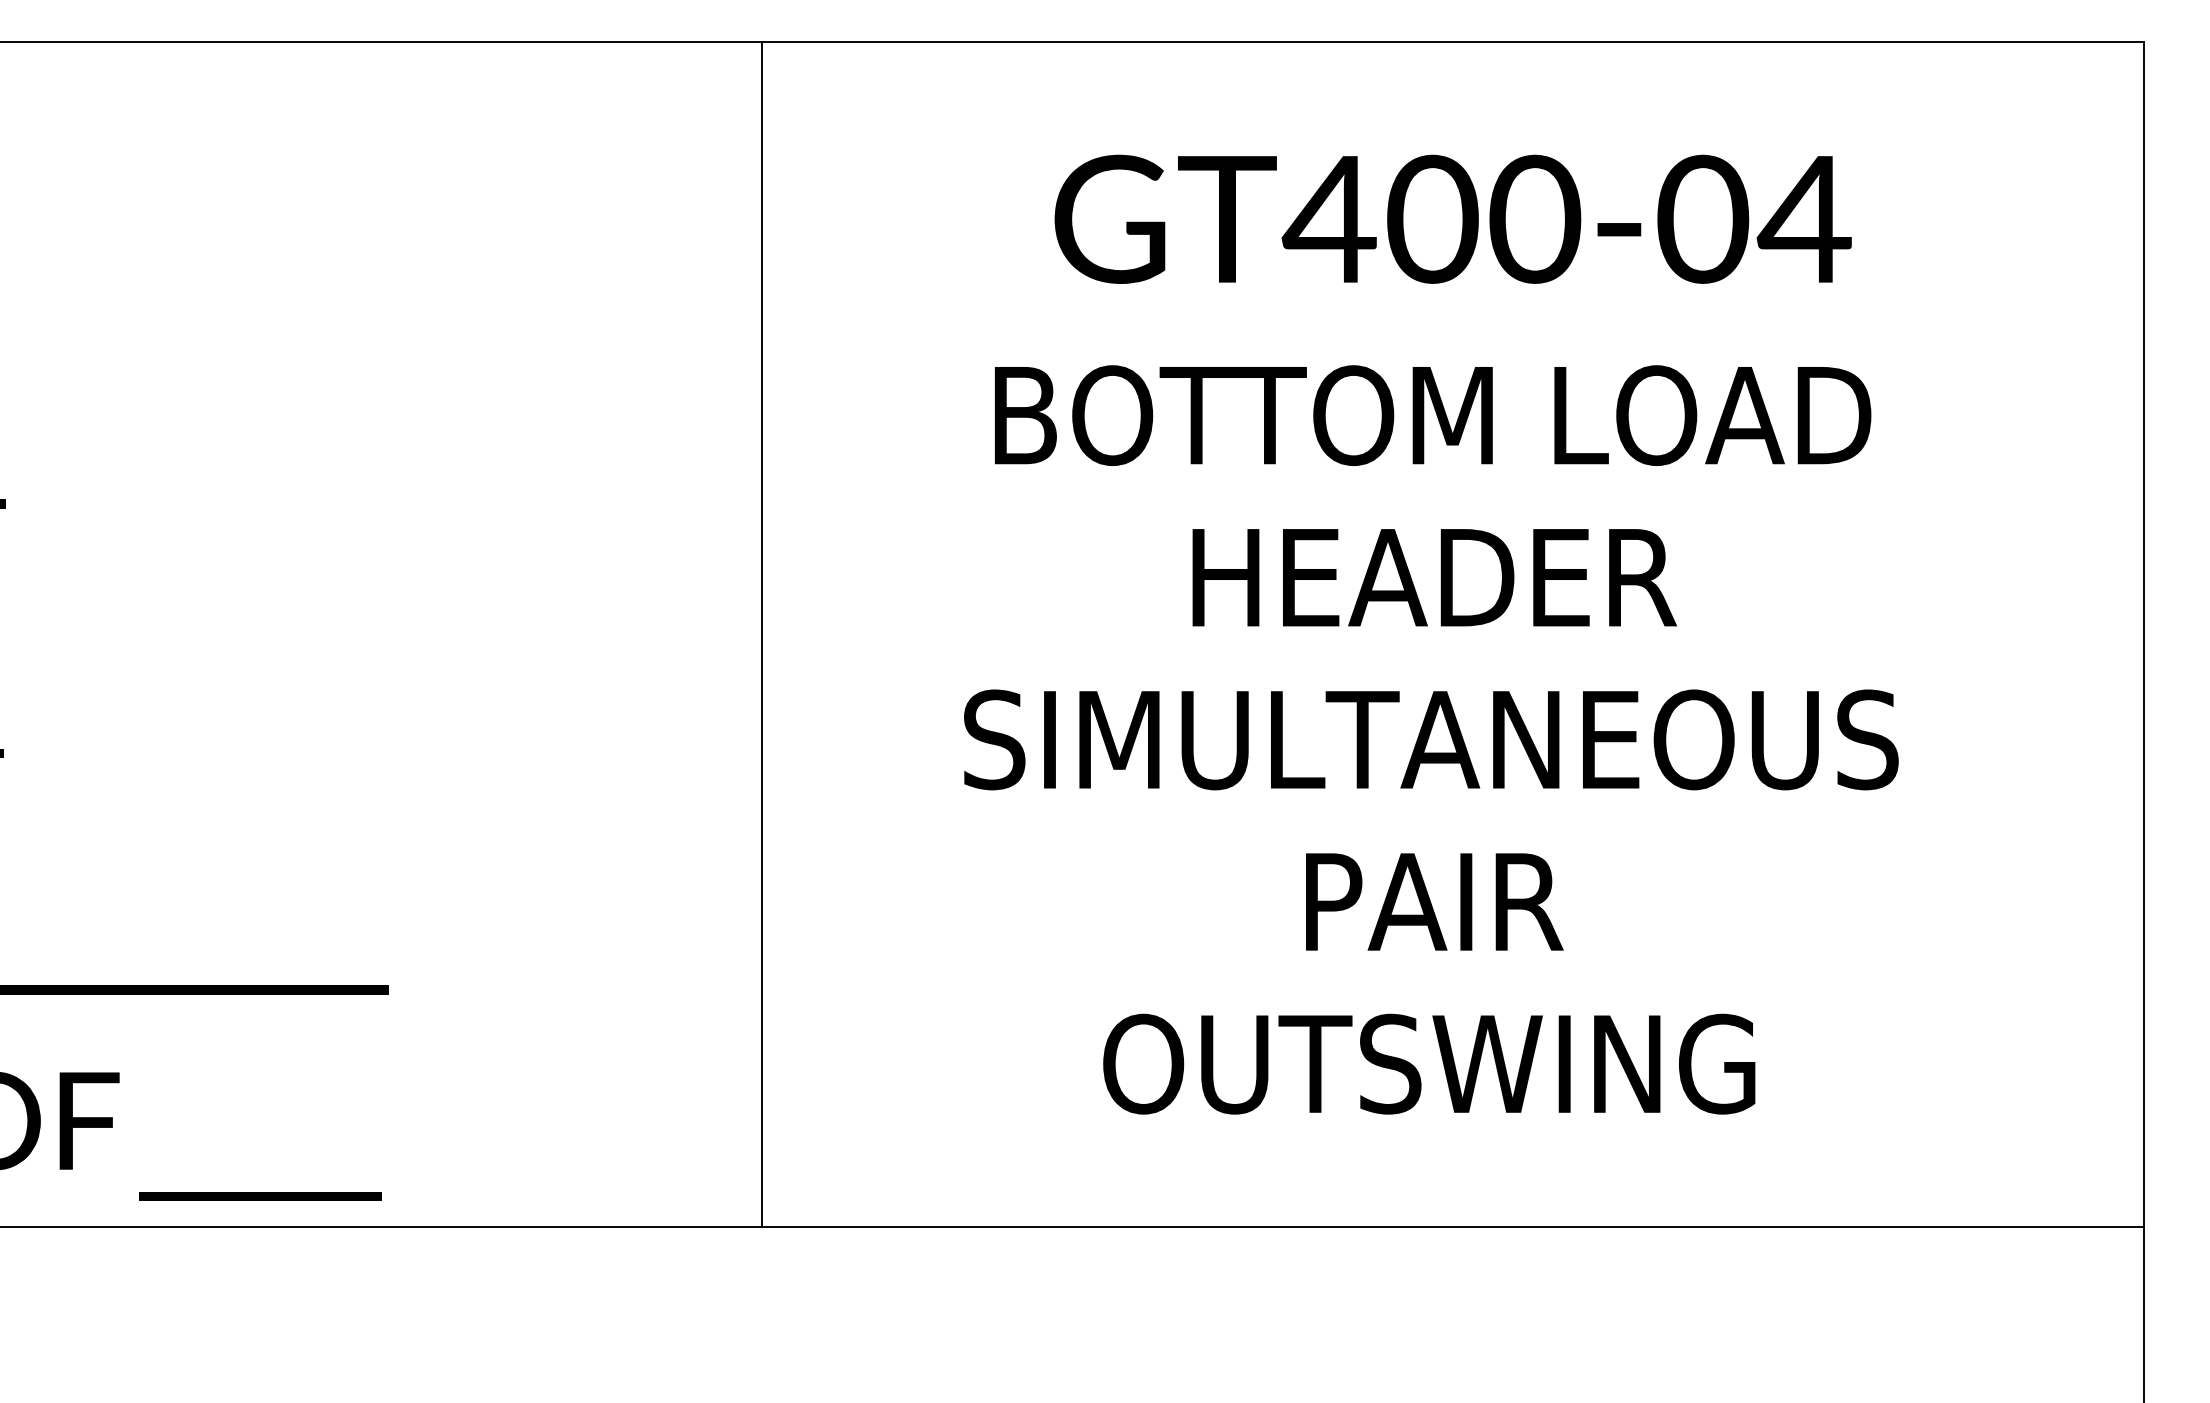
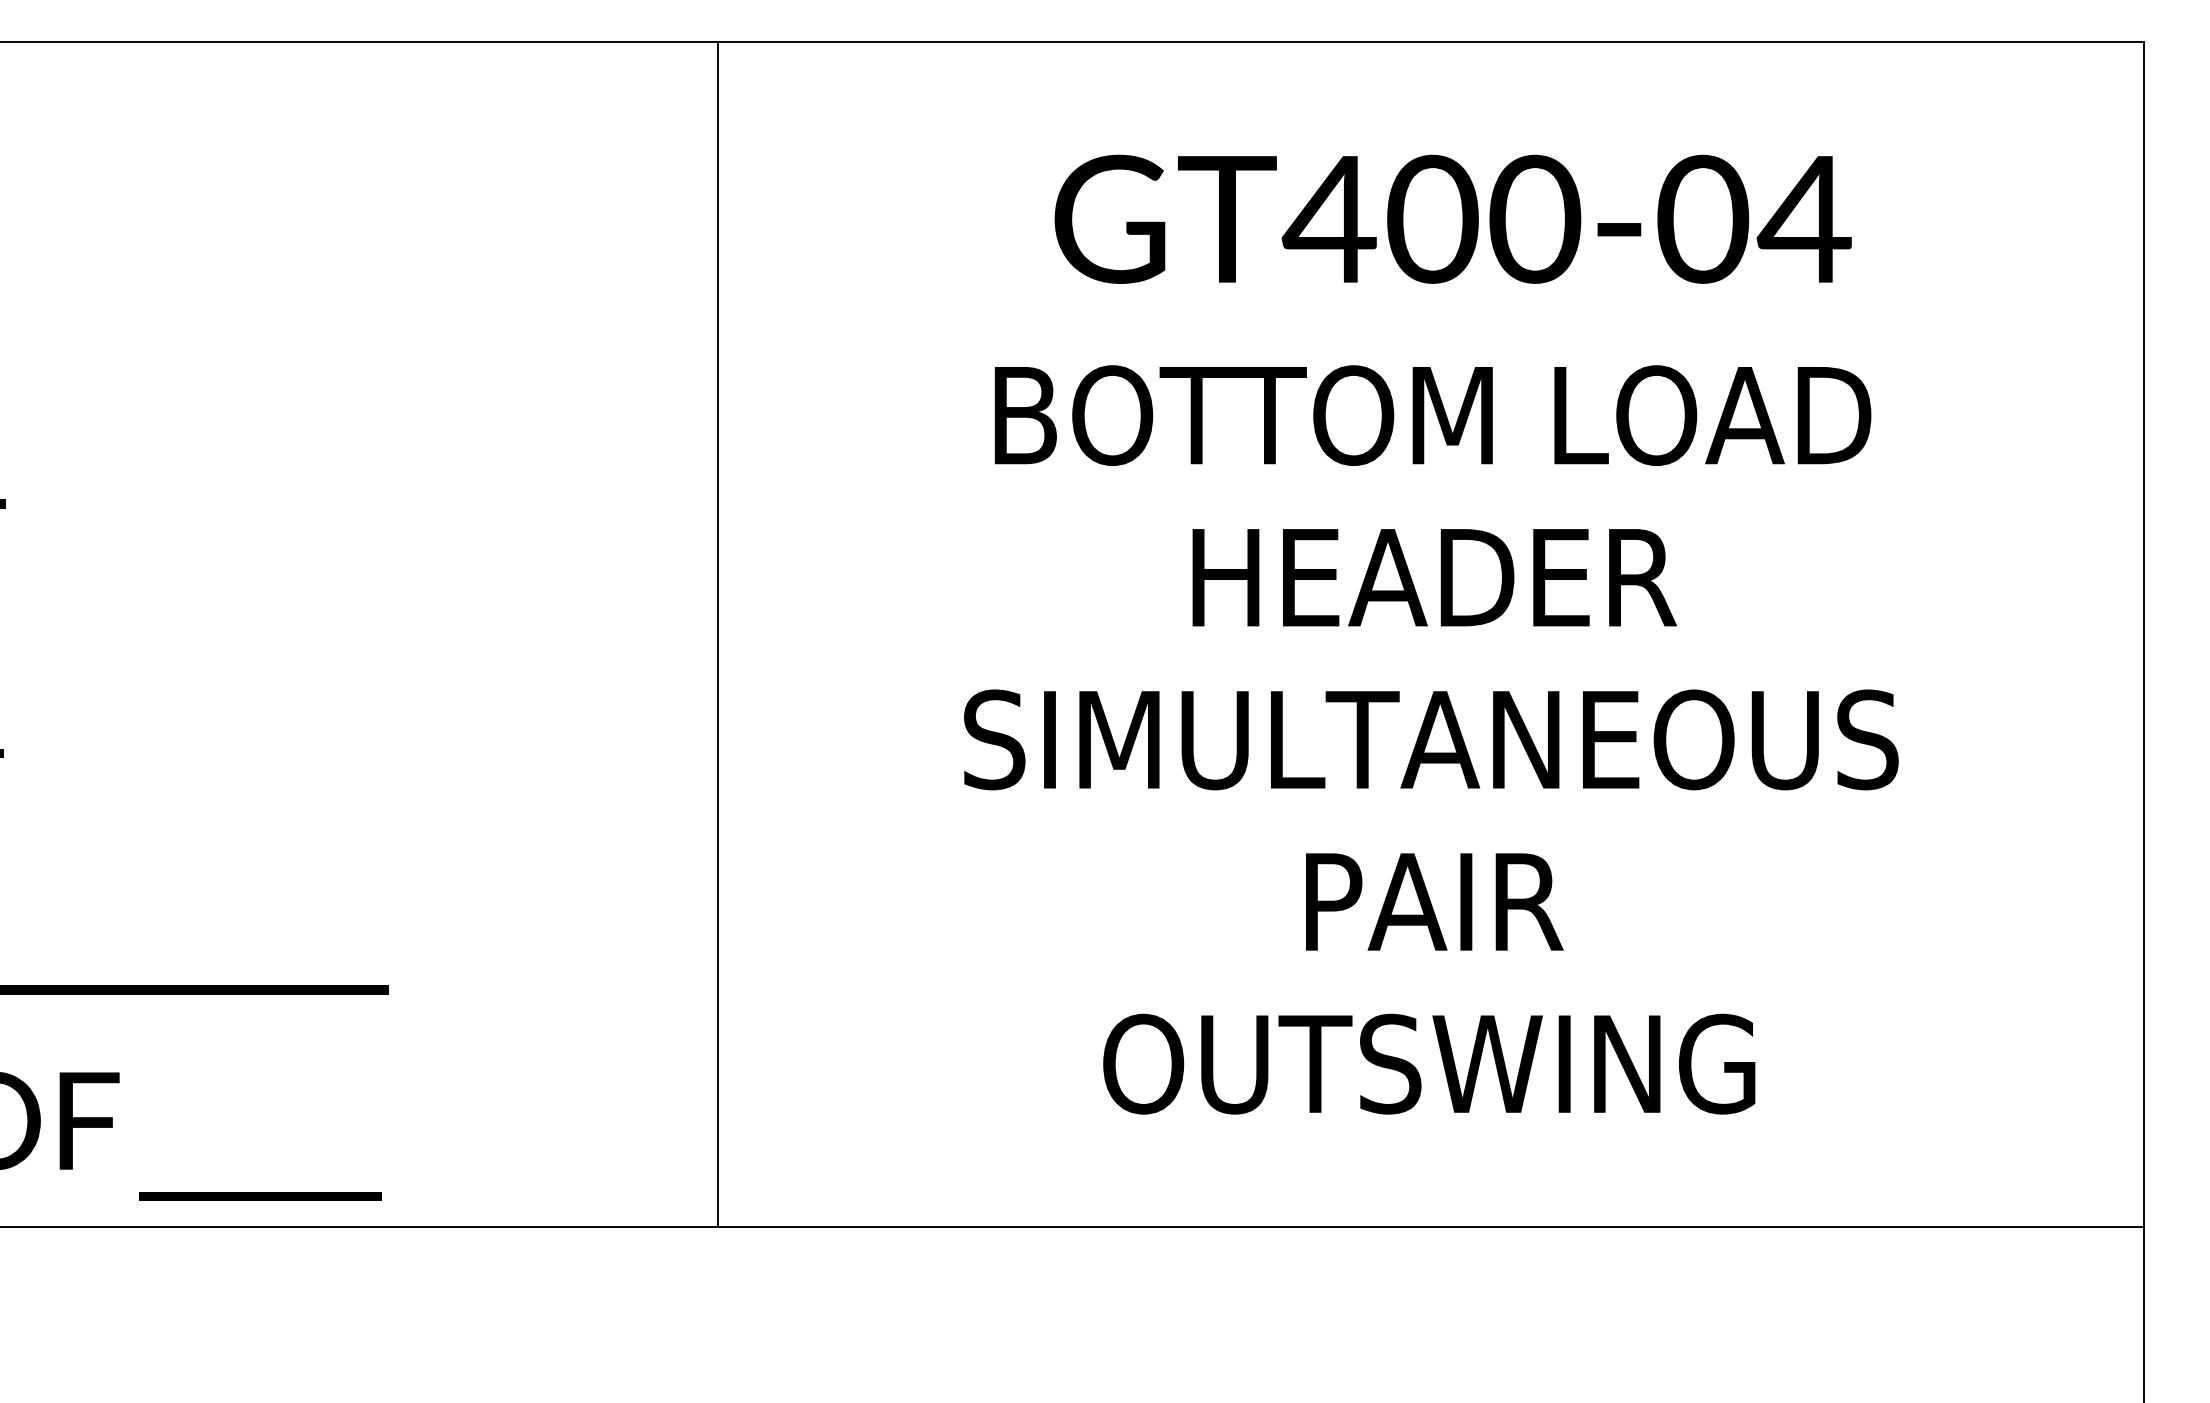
line at (761, 634) position: (761, 634) -> (717, 634)
